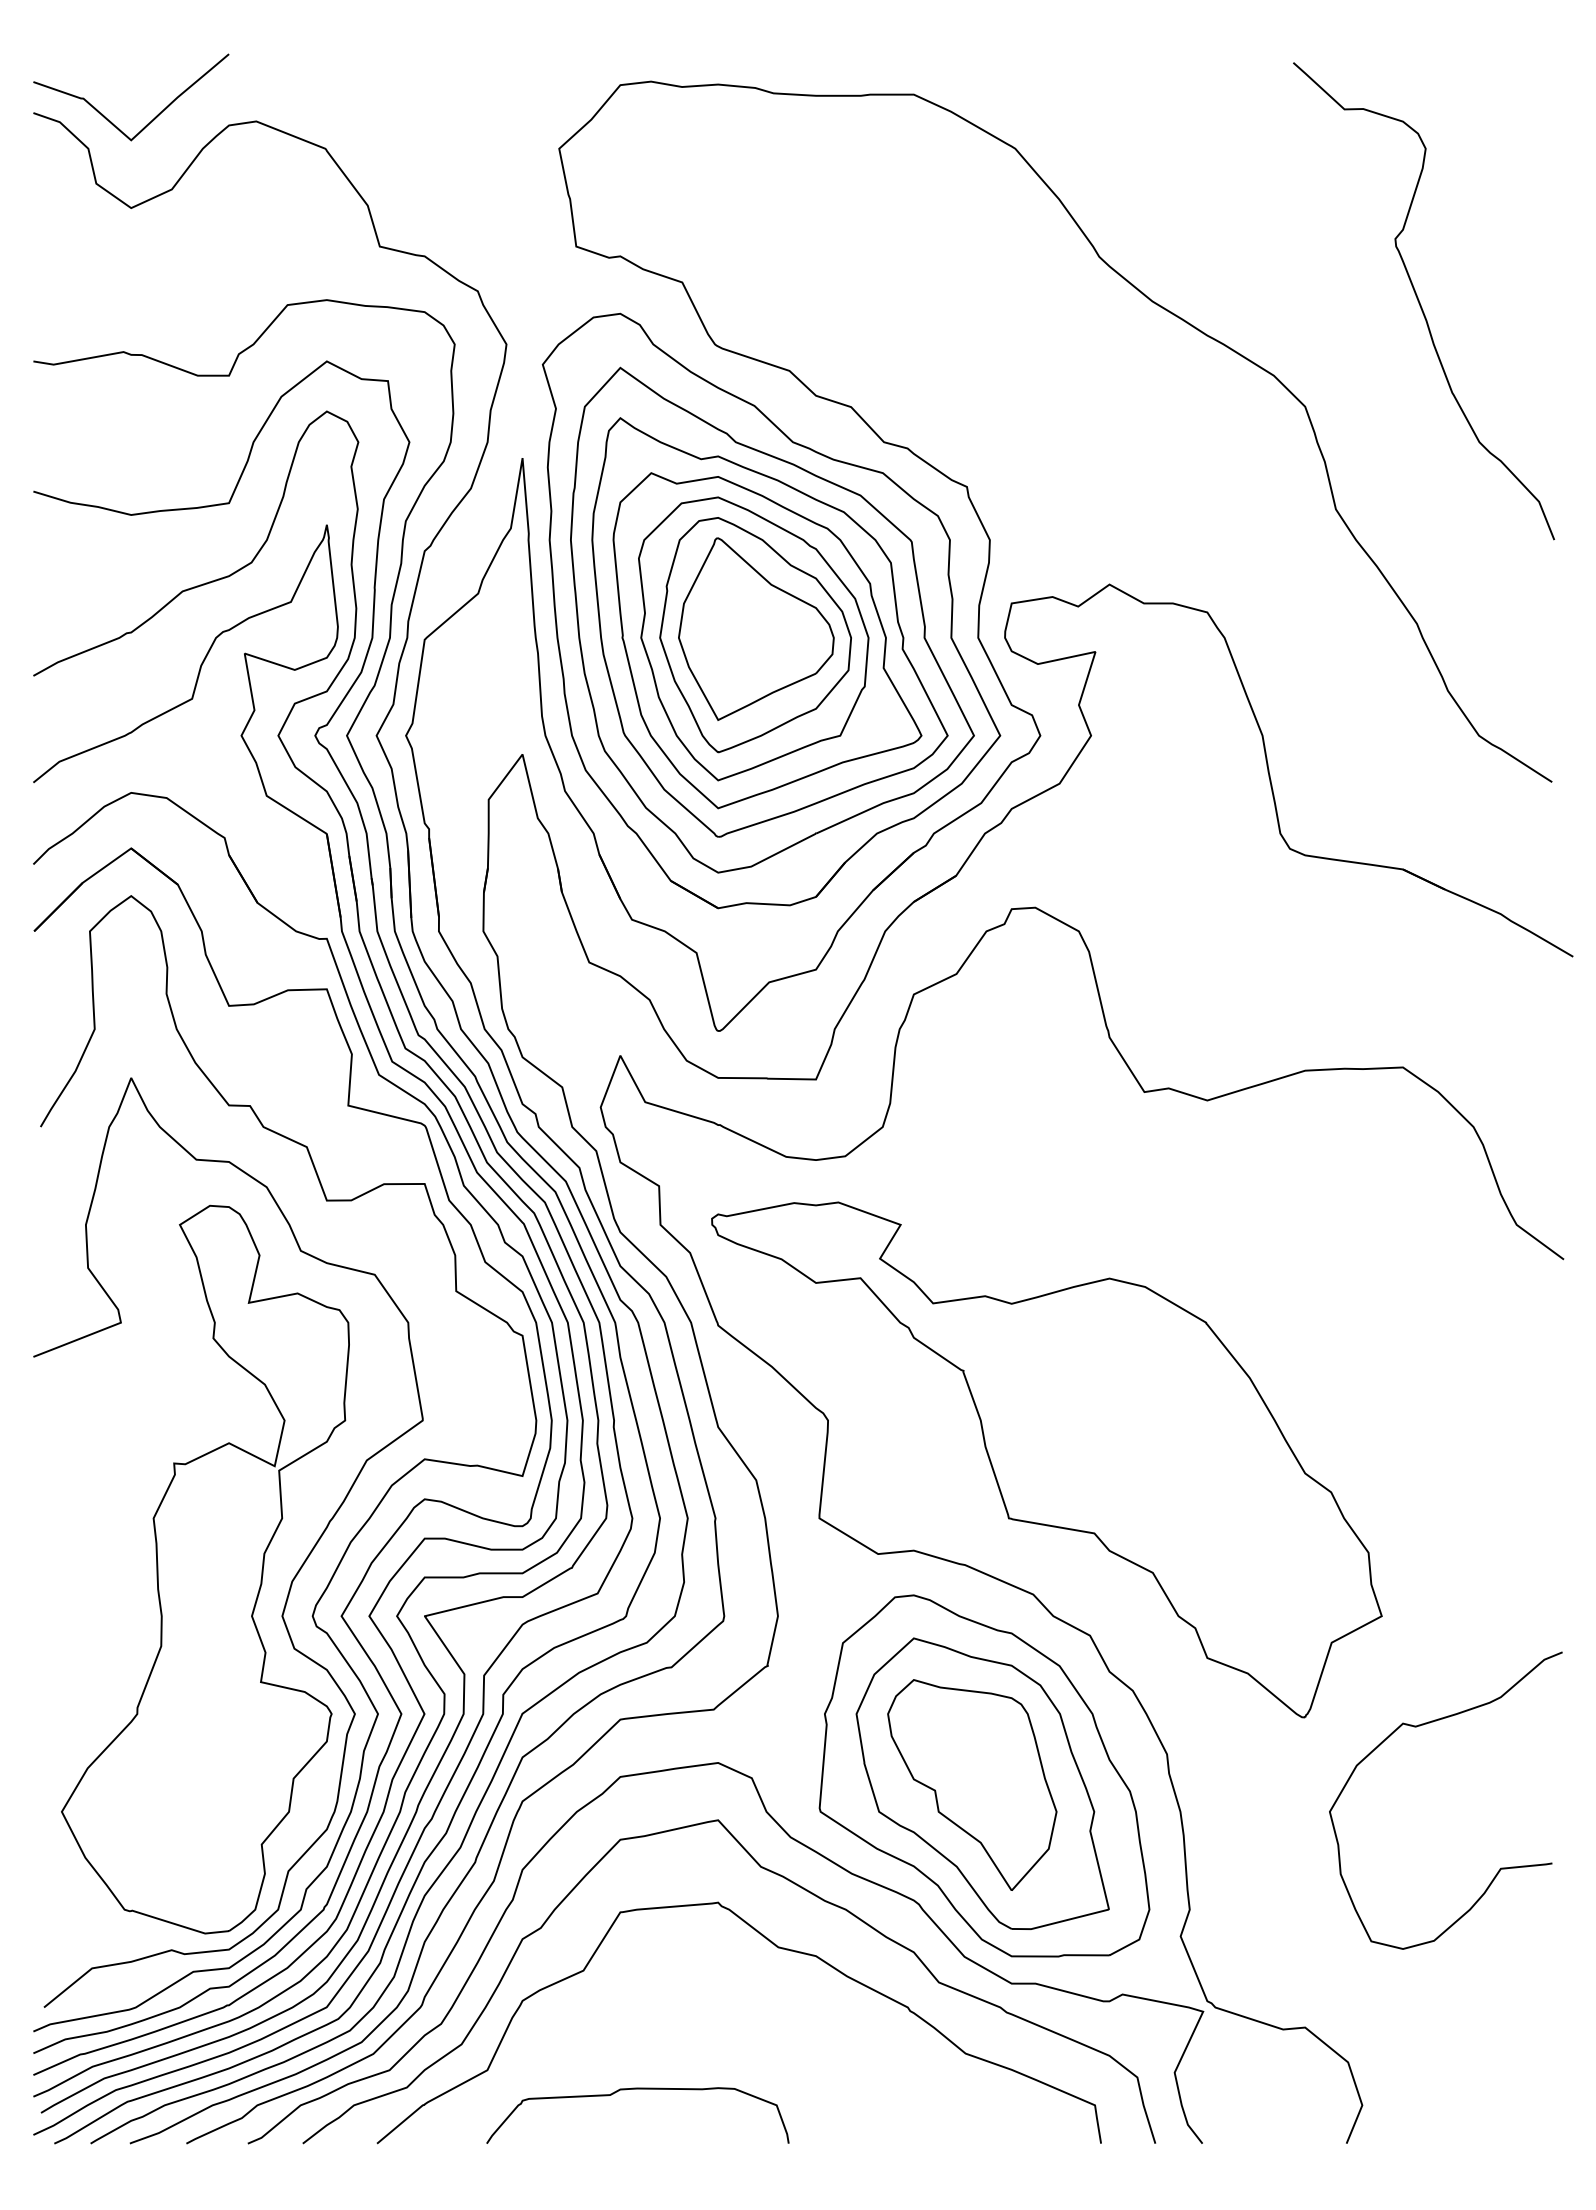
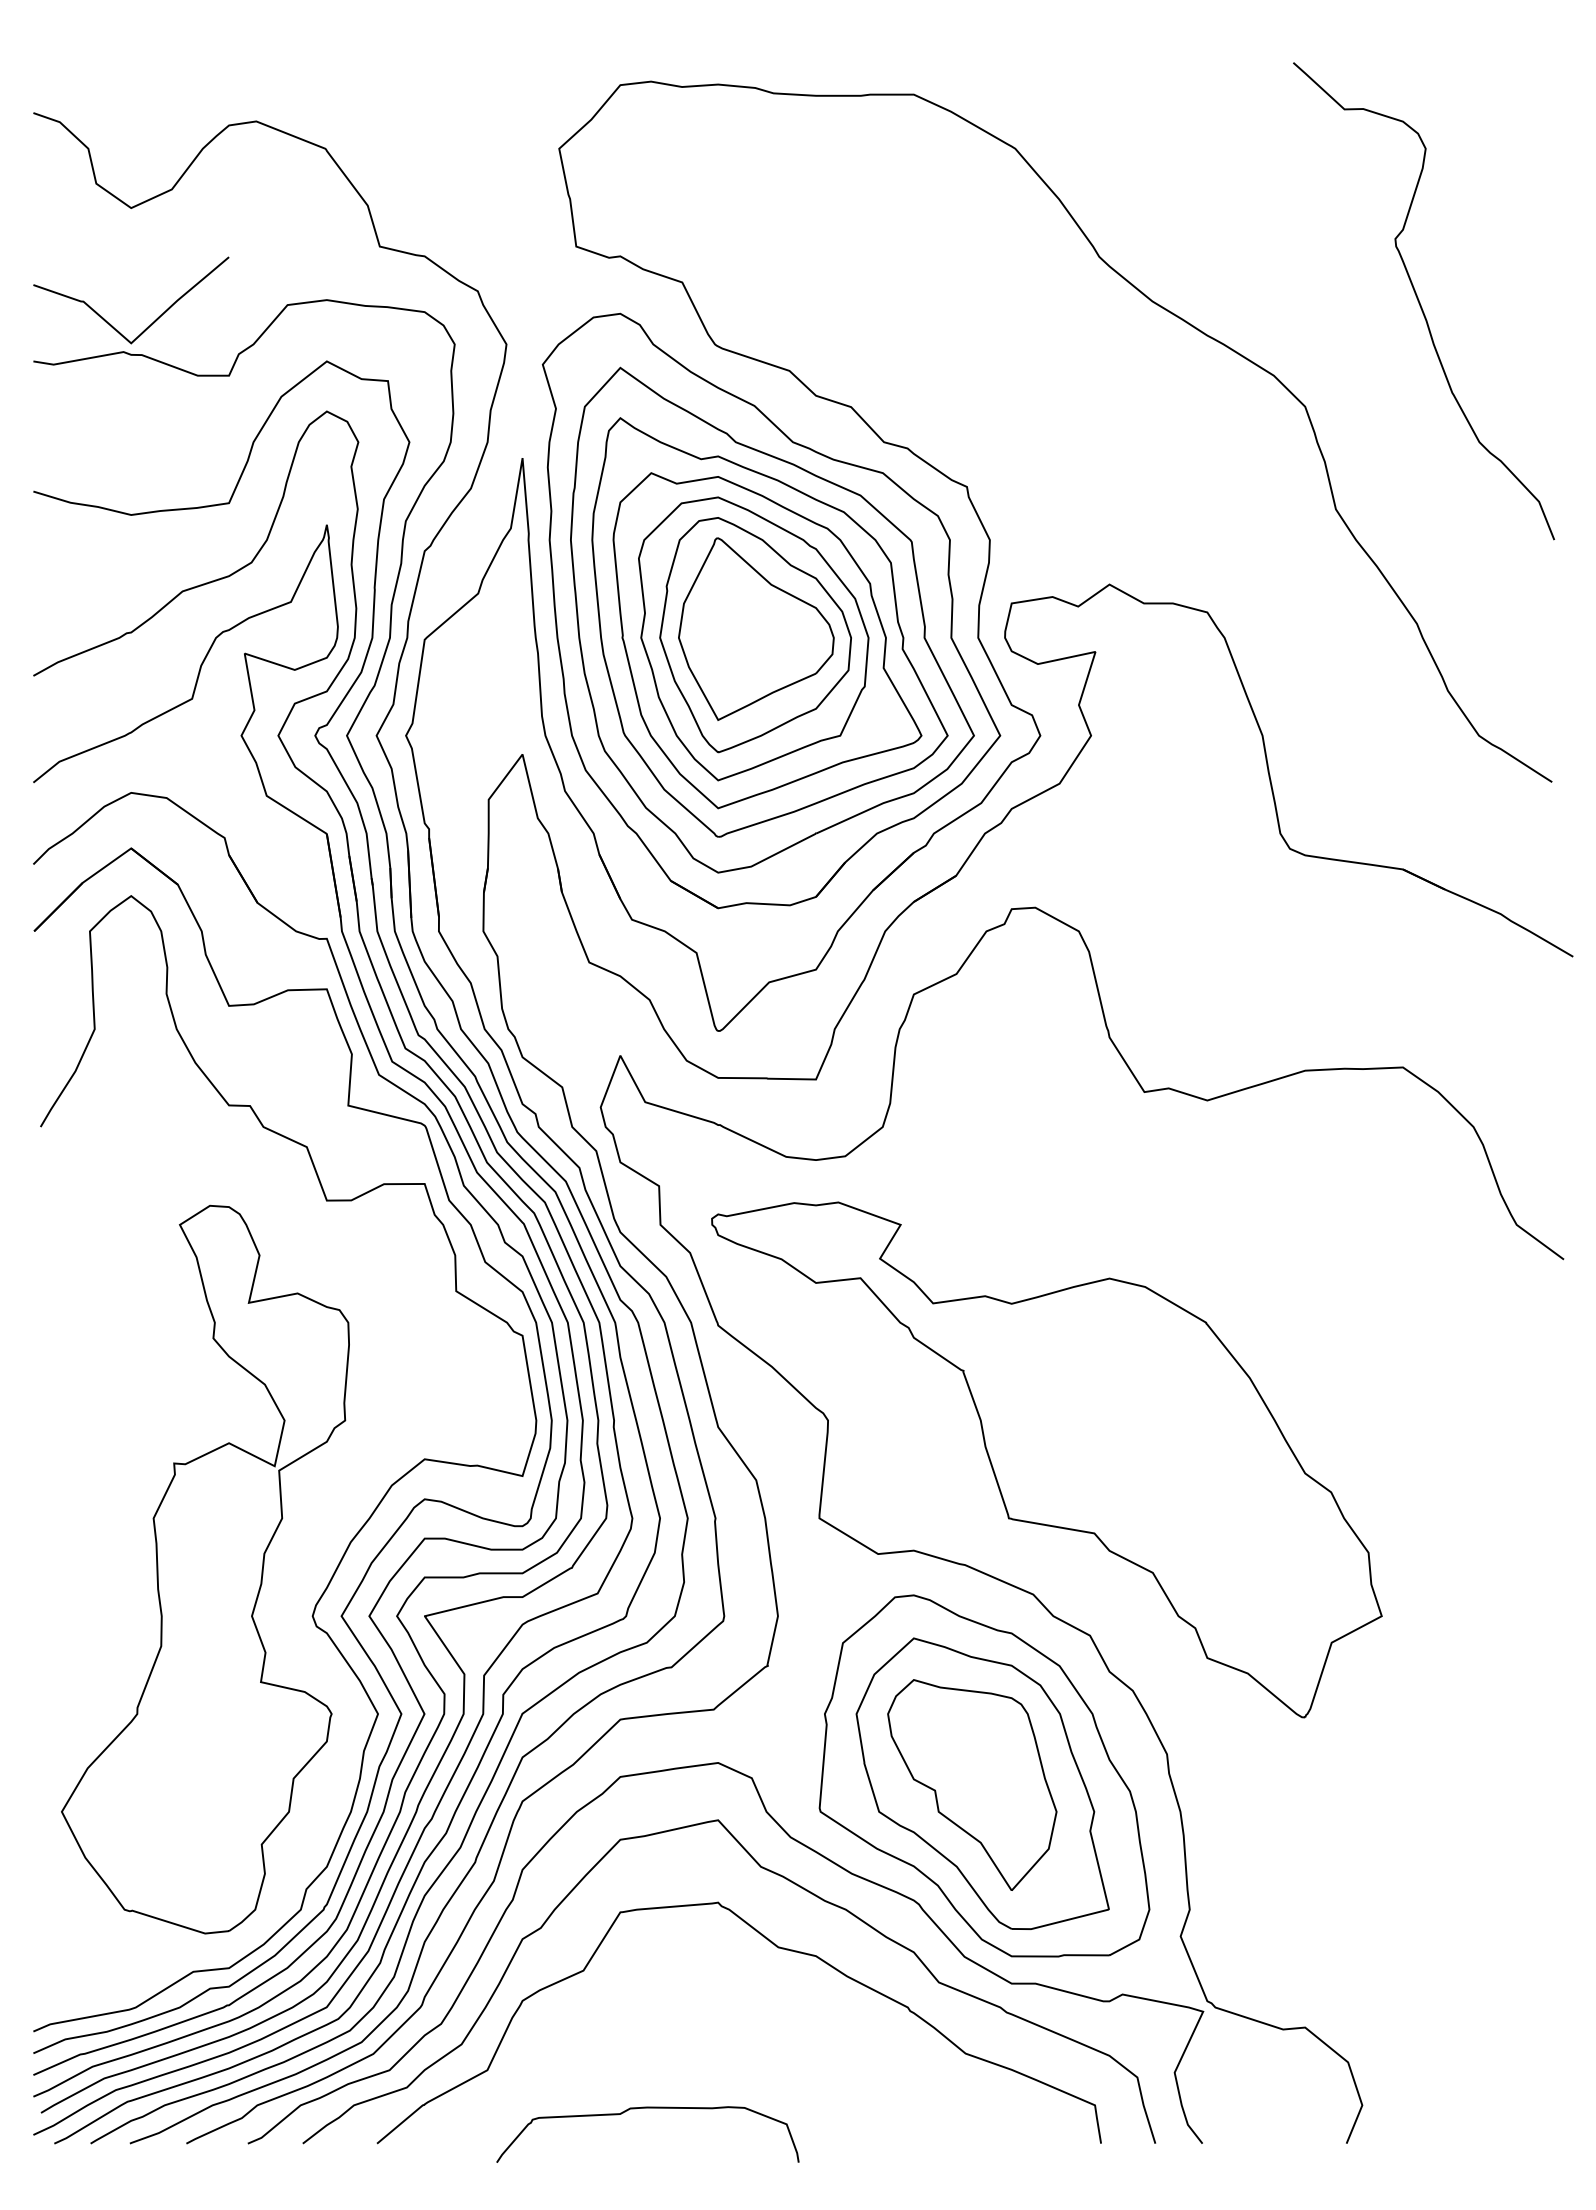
curve at (153, 118) position: (153, 118) -> (153, 321)
curve at (291, 1580): present -> none
curve at (1420, 1726): present -> none
curve at (637, 2089) position: (637, 2089) -> (647, 2108)
